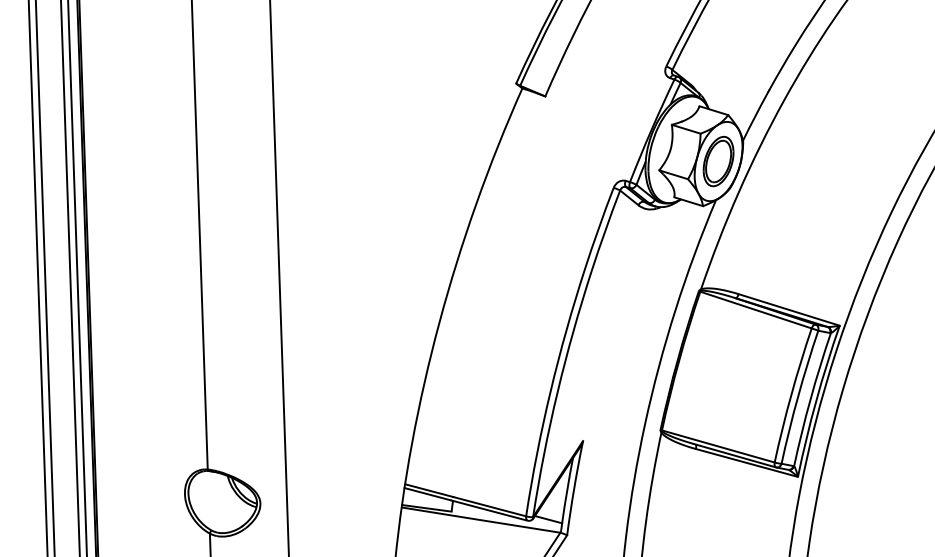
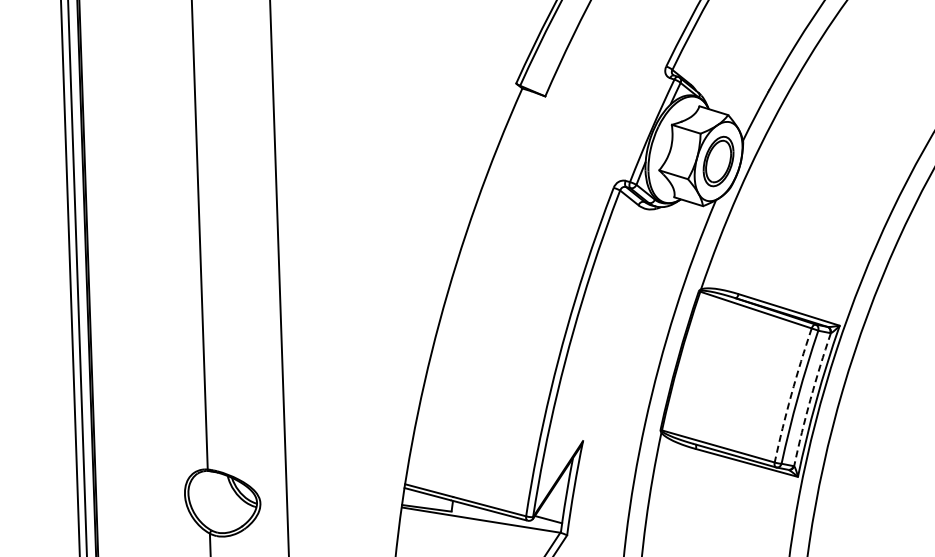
line at (37, 277): present -> none
line at (44, 277): present -> none
arc at (791, 394): solid -> dashed
arc at (810, 399): solid -> dashed
